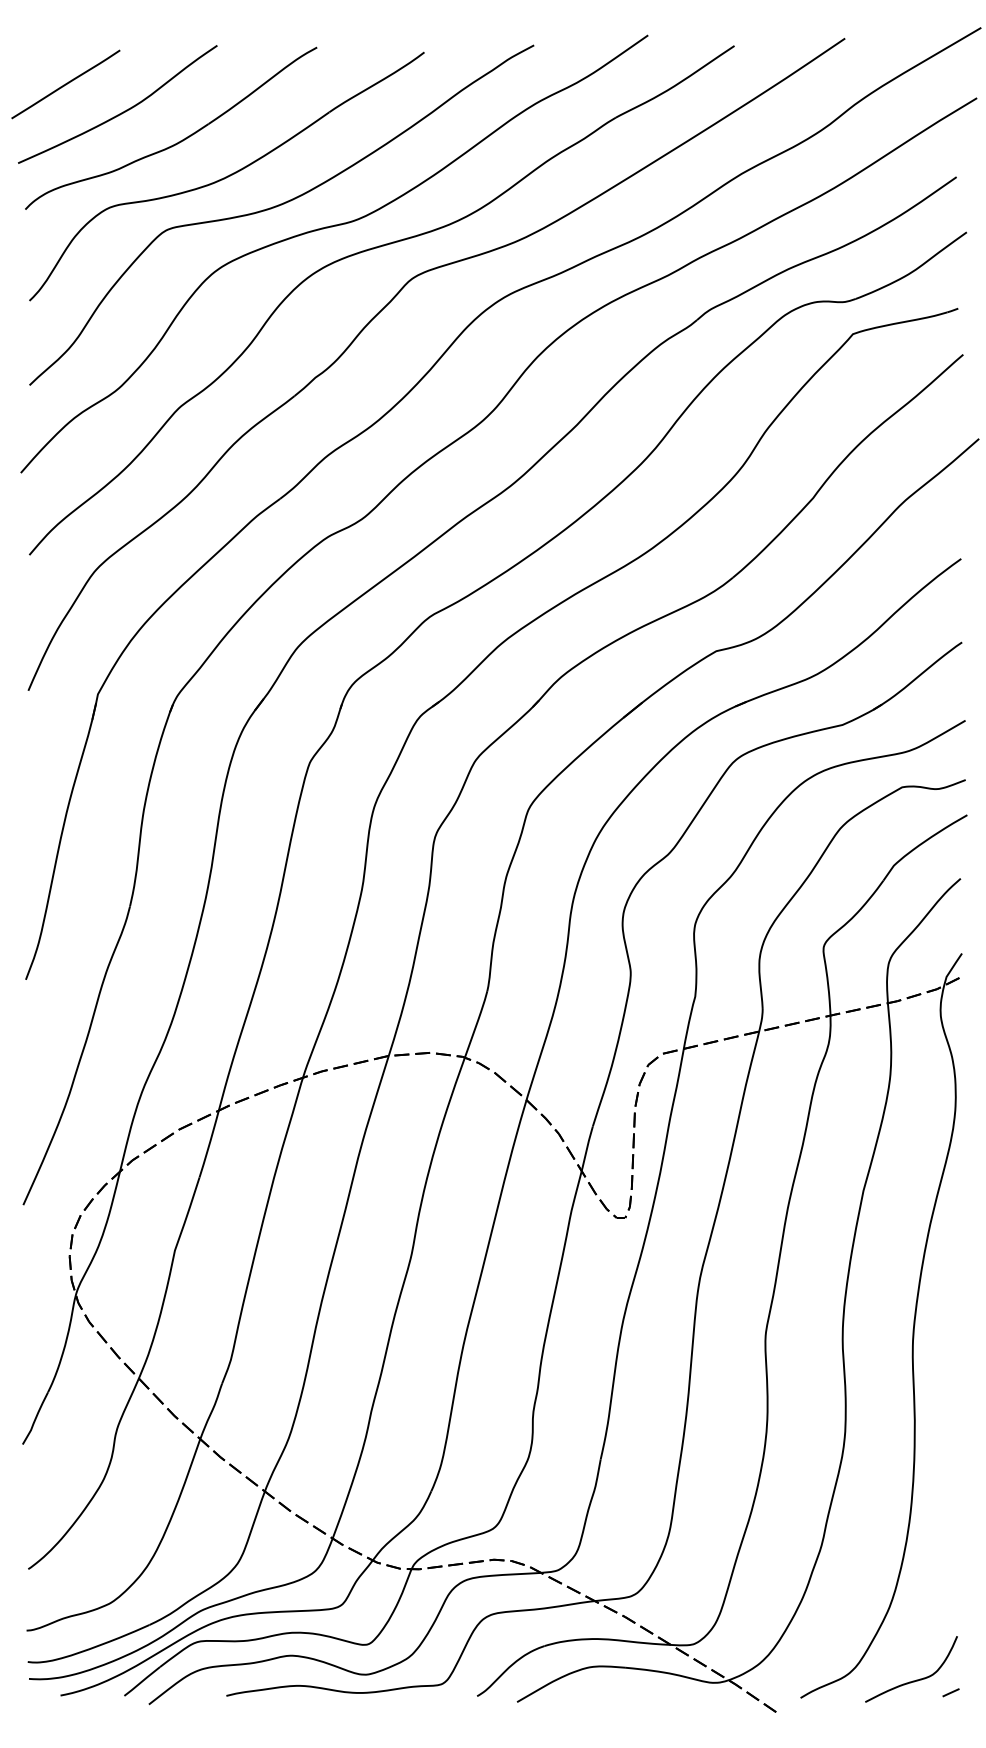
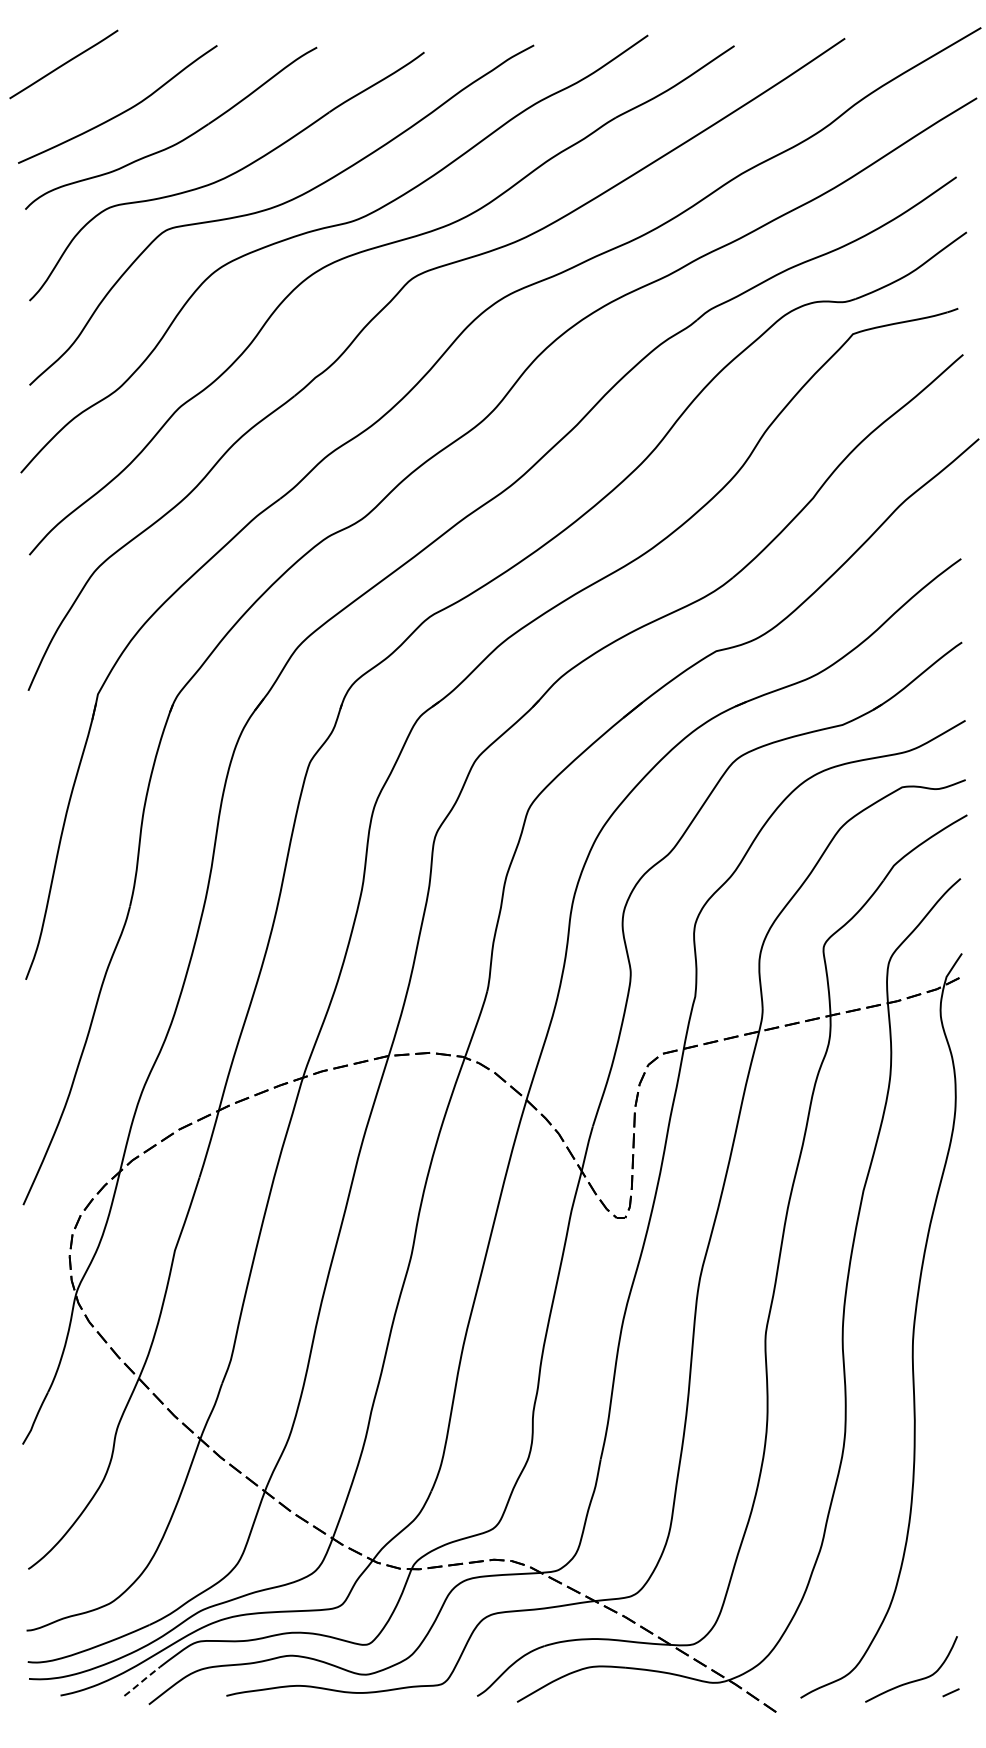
line at (65, 84) position: (65, 84) -> (63, 64)
line at (142, 1681): solid -> dashed
